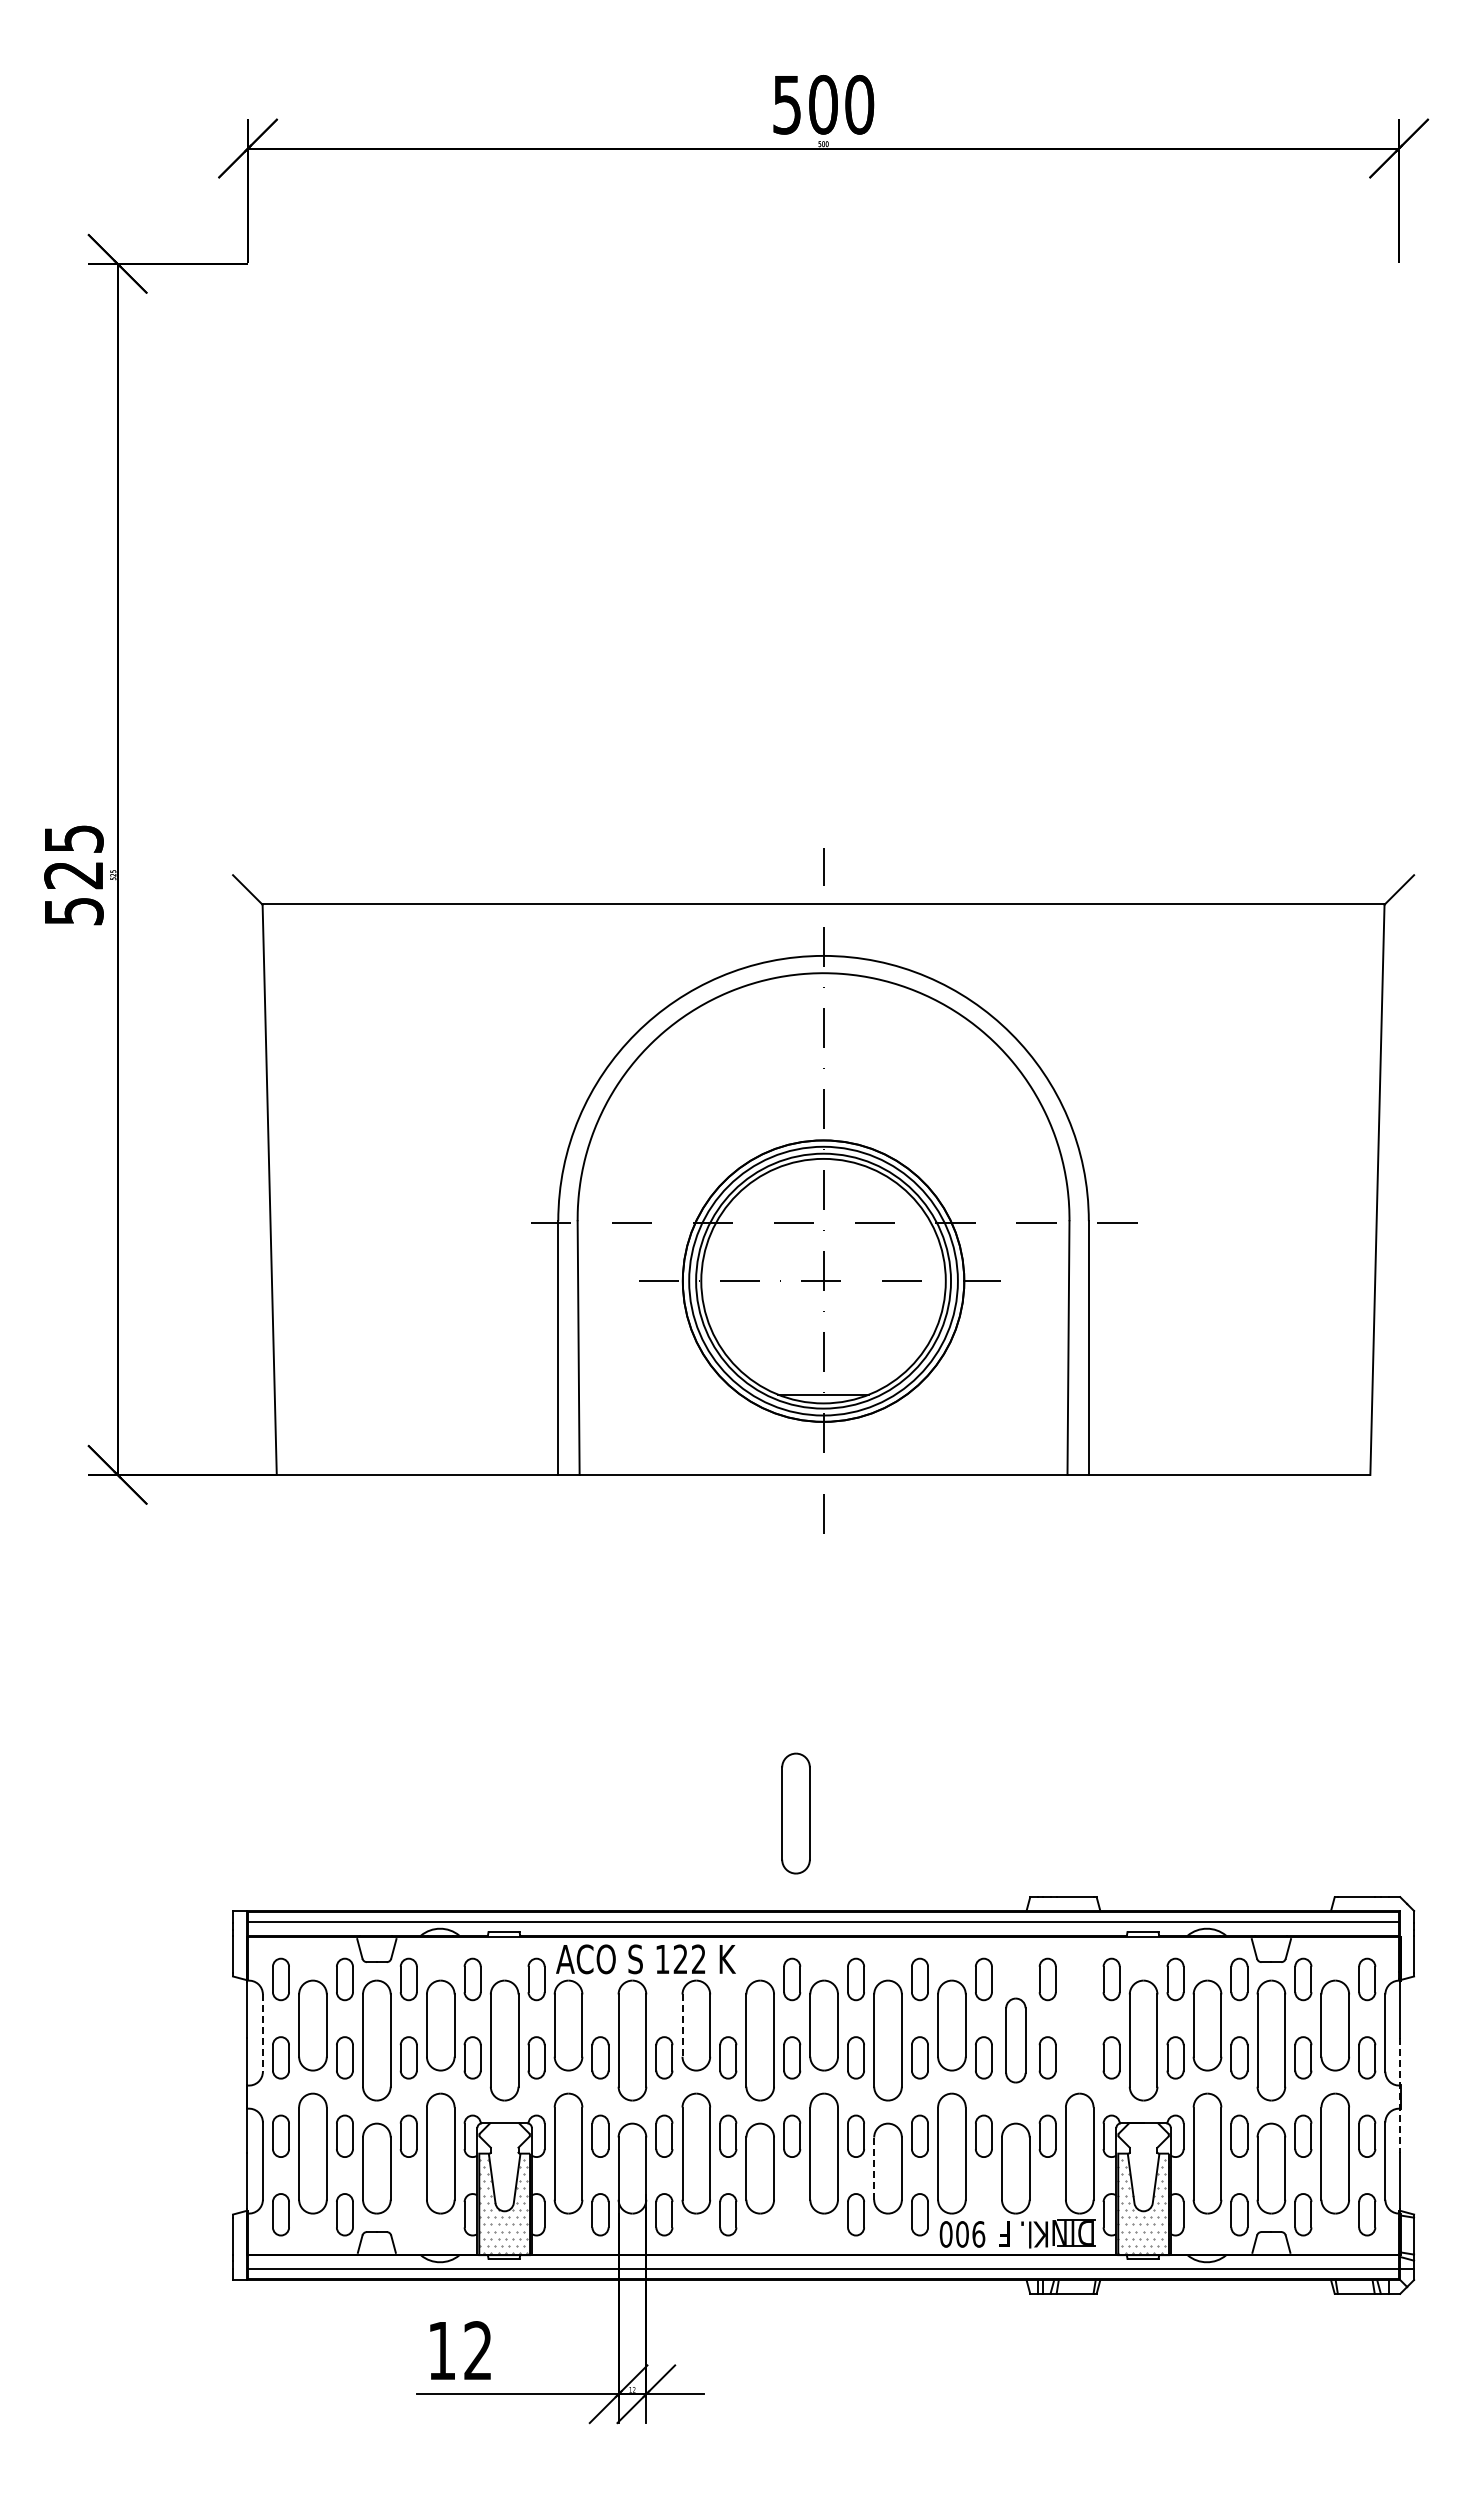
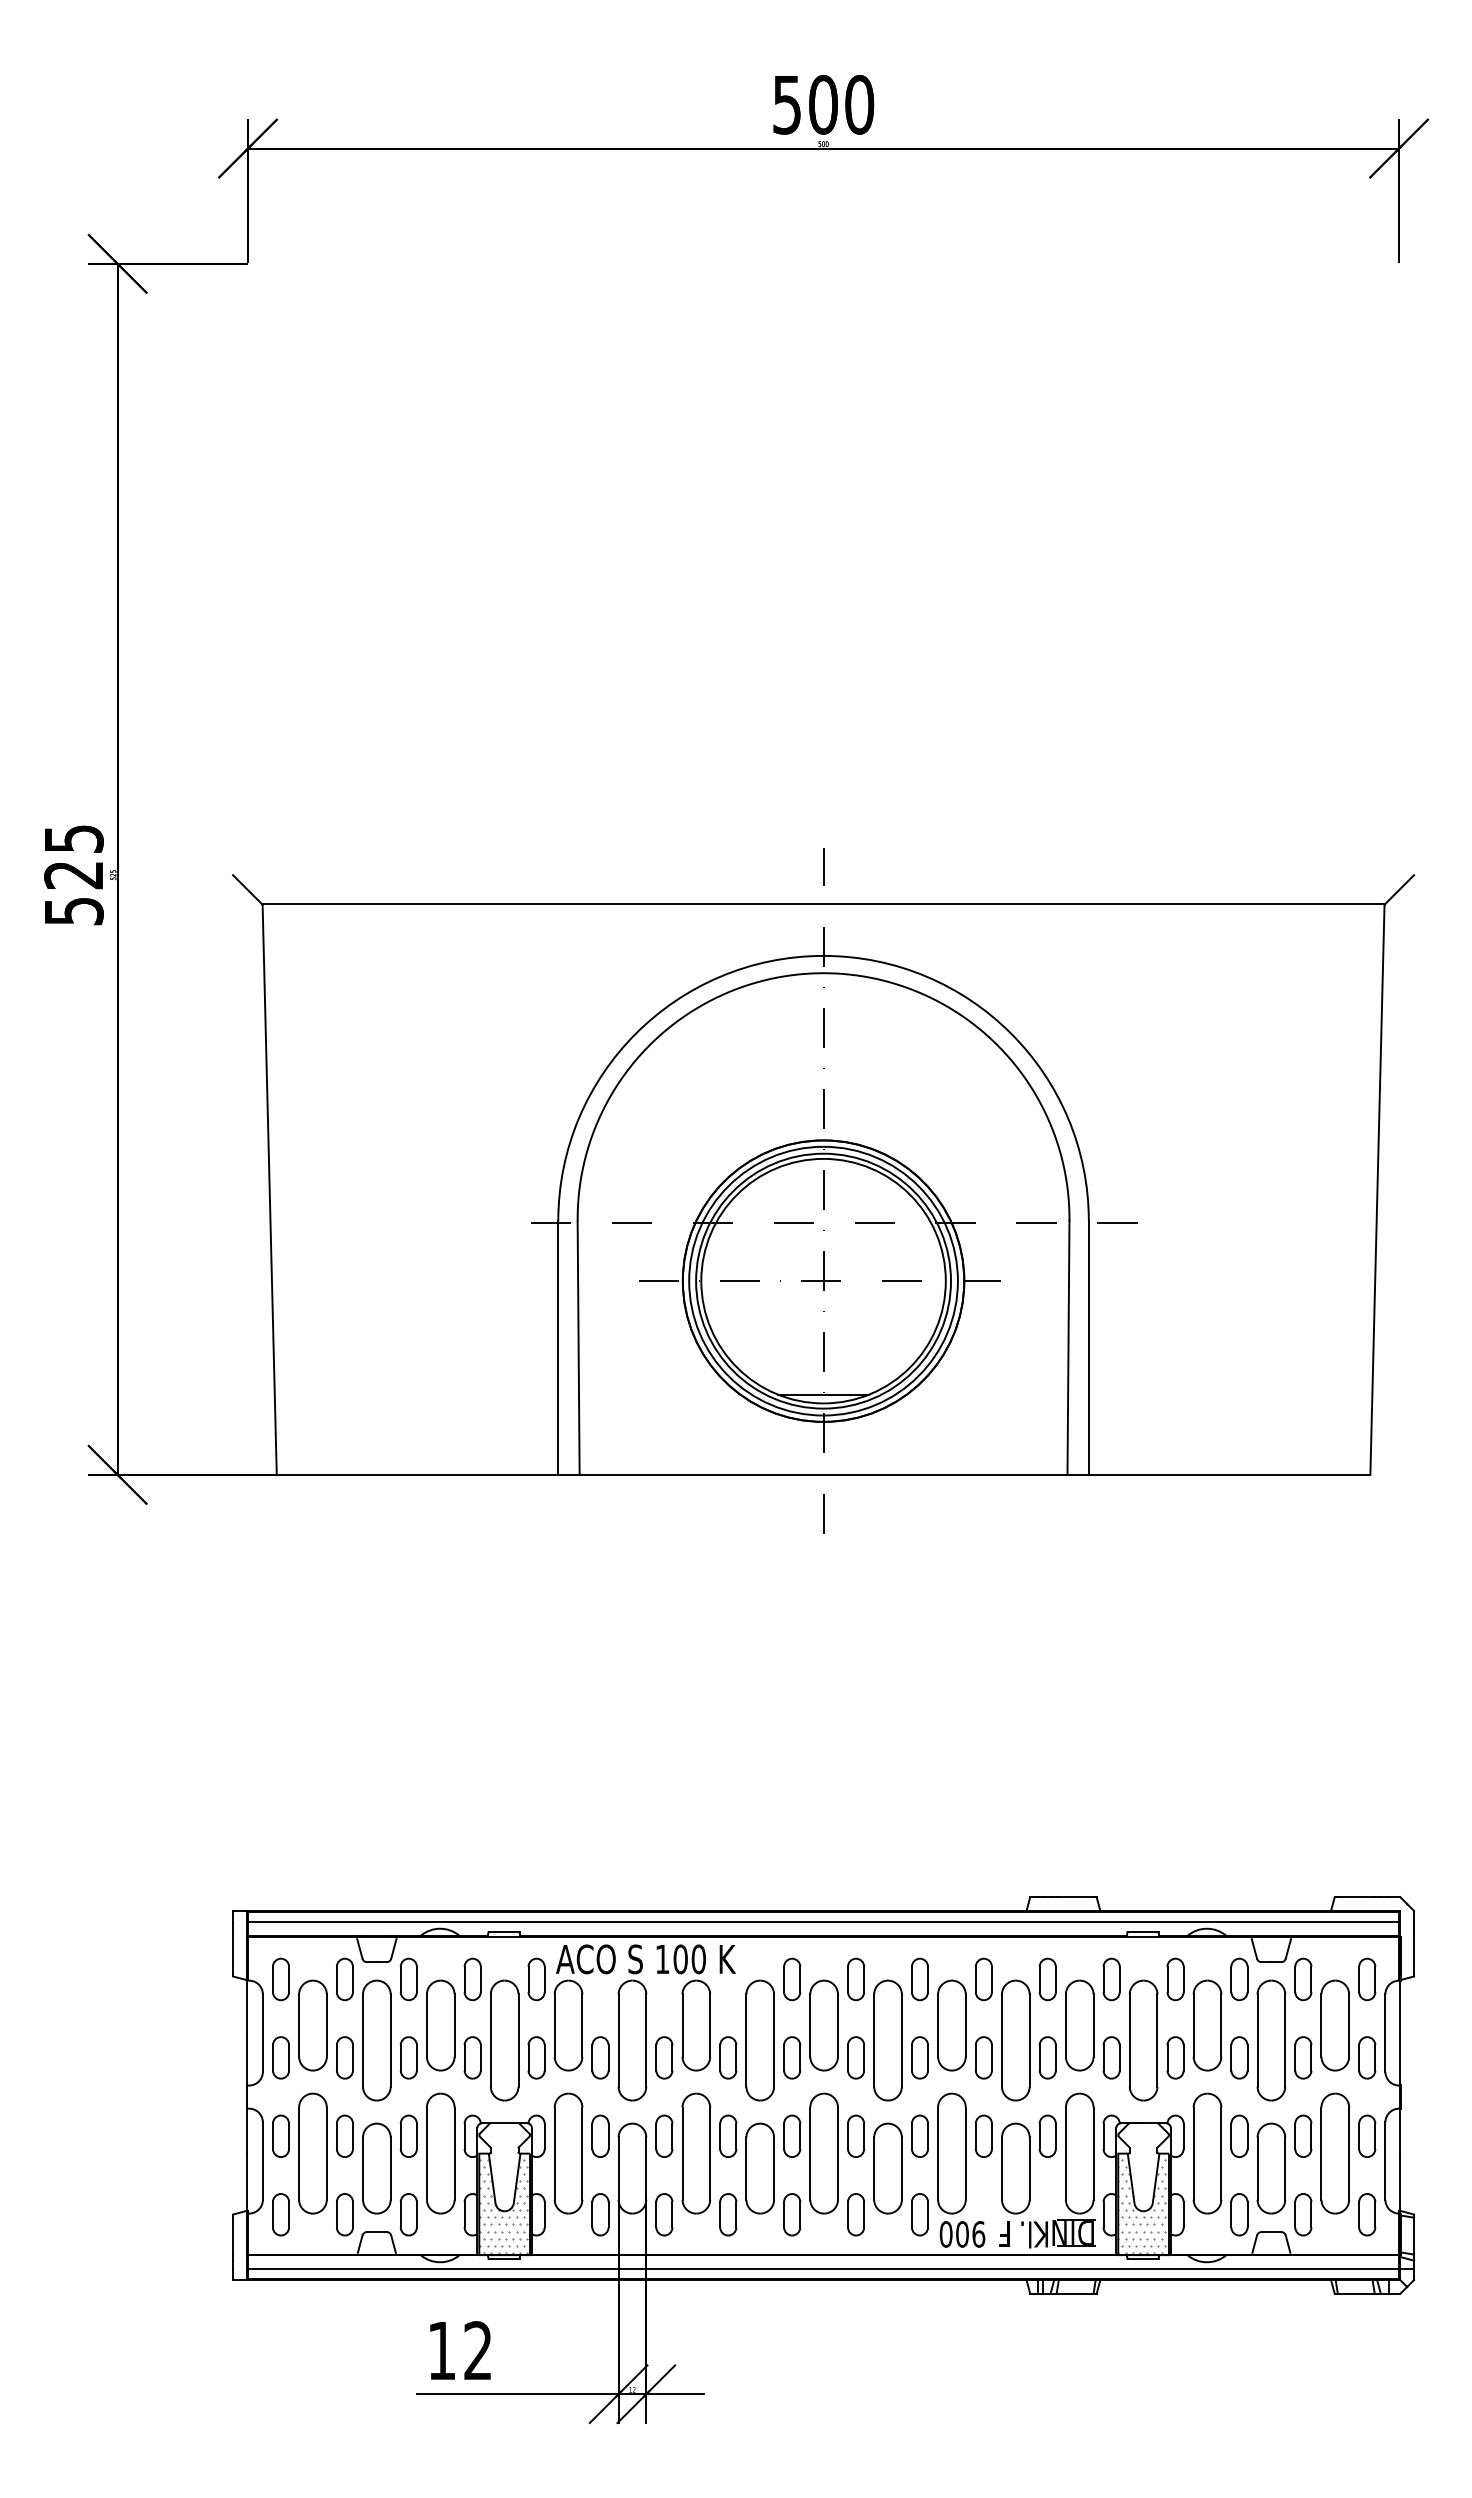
part at (795, 1813): present -> none
text at (689, 1959): 122 -> 100
part at (1079, 2025): none -> present
line at (682, 2026): dashed -> solid
line at (262, 2033): dashed -> solid
part at (1015, 2040) size: 22x87 px -> 30x123 px
line at (1400, 2096): dashed -> solid
line at (874, 2168): dashed -> solid
part at (408, 2214): none -> present
part at (792, 2214): none -> present
